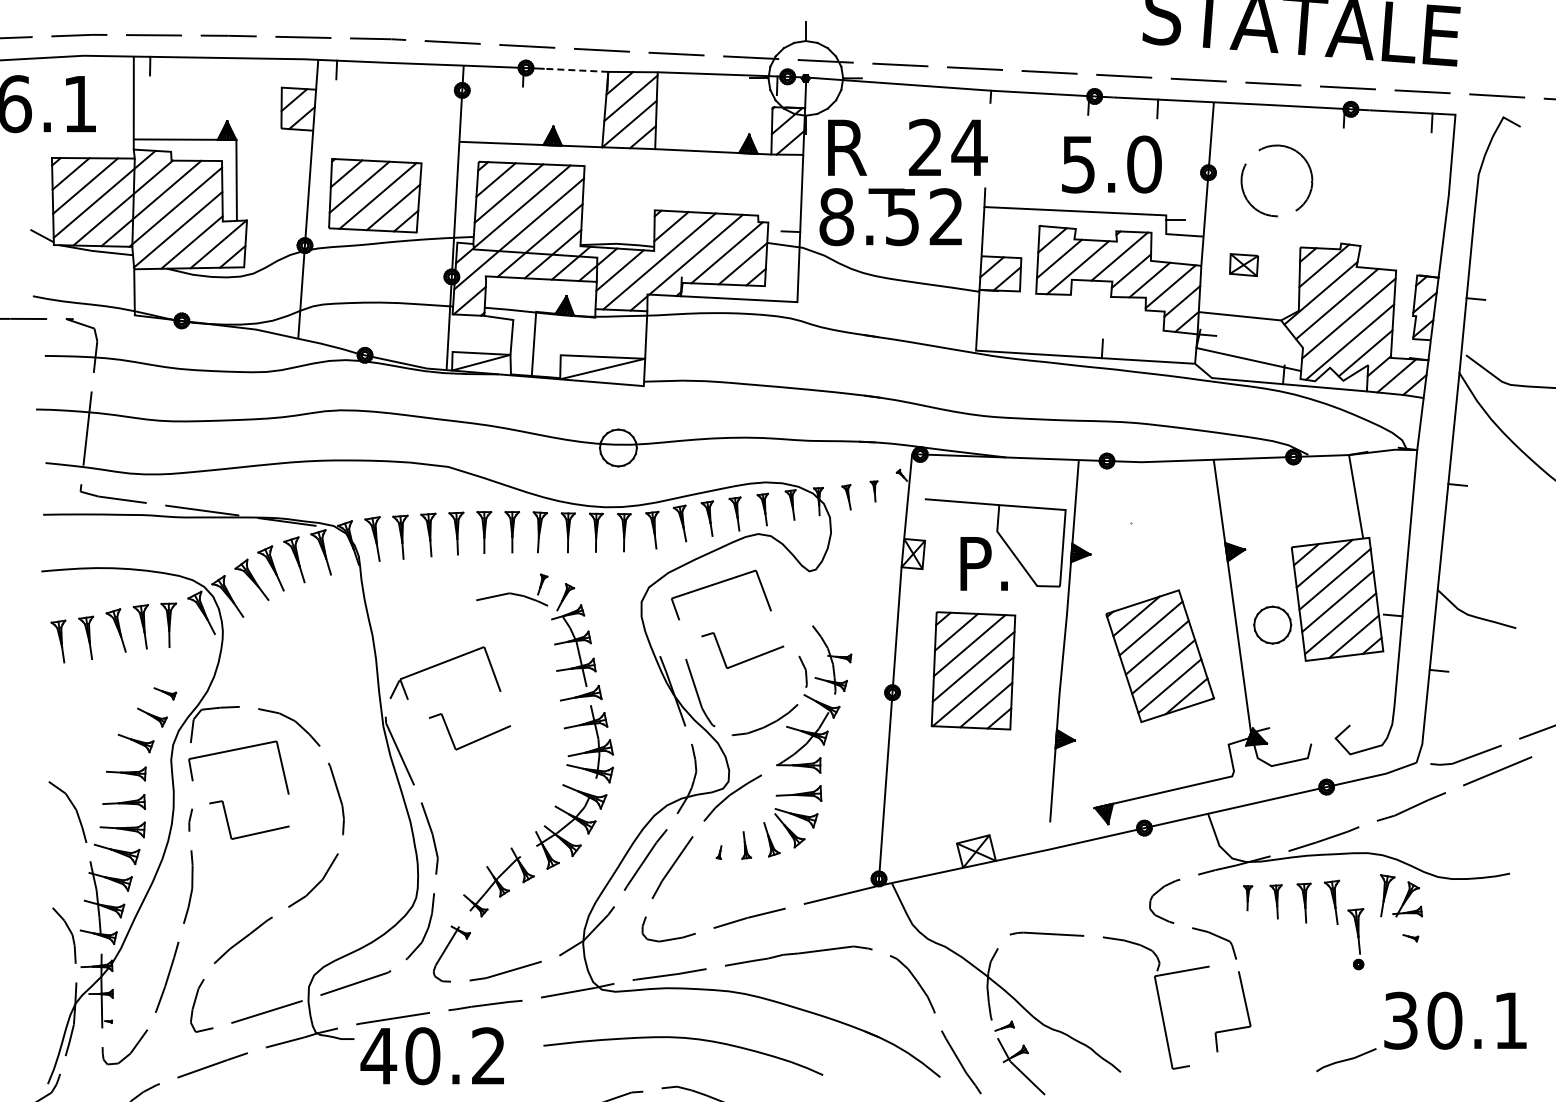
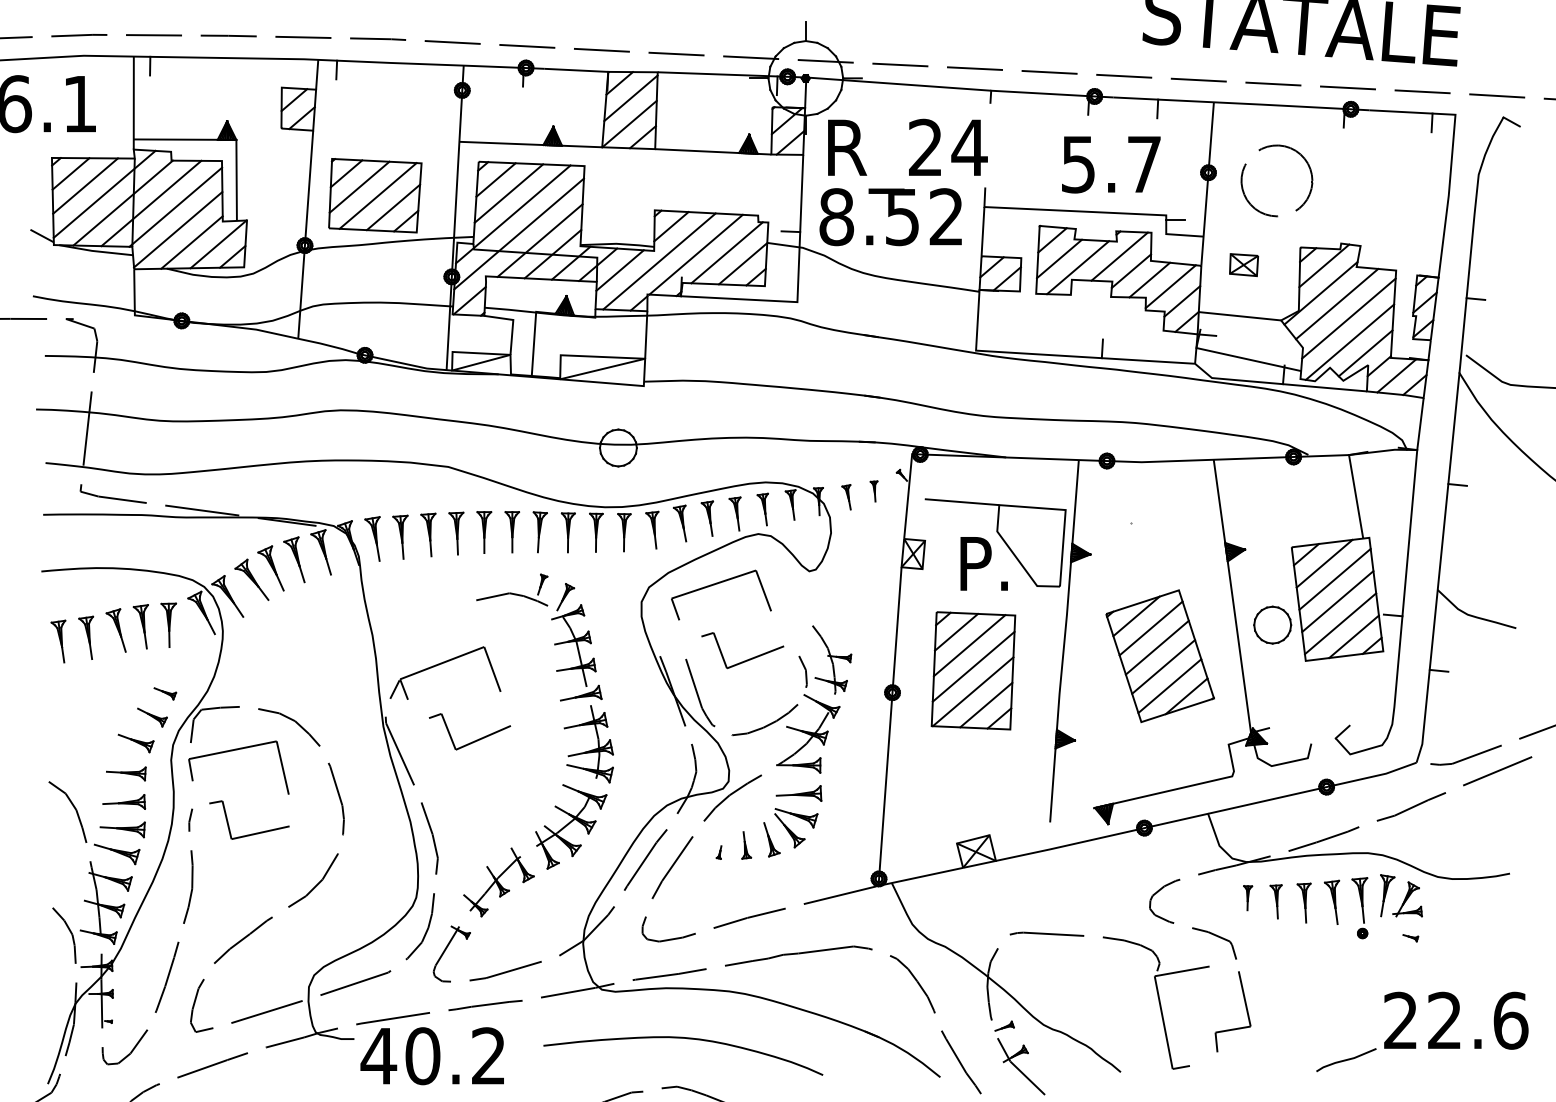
line at (576, 70): dashed -> solid
text at (1144, 164): 5.0 -> 5.7
part at (1355, 939) position: (1355, 939) -> (1359, 908)
text at (1456, 1020): 30.1 -> 22.6
